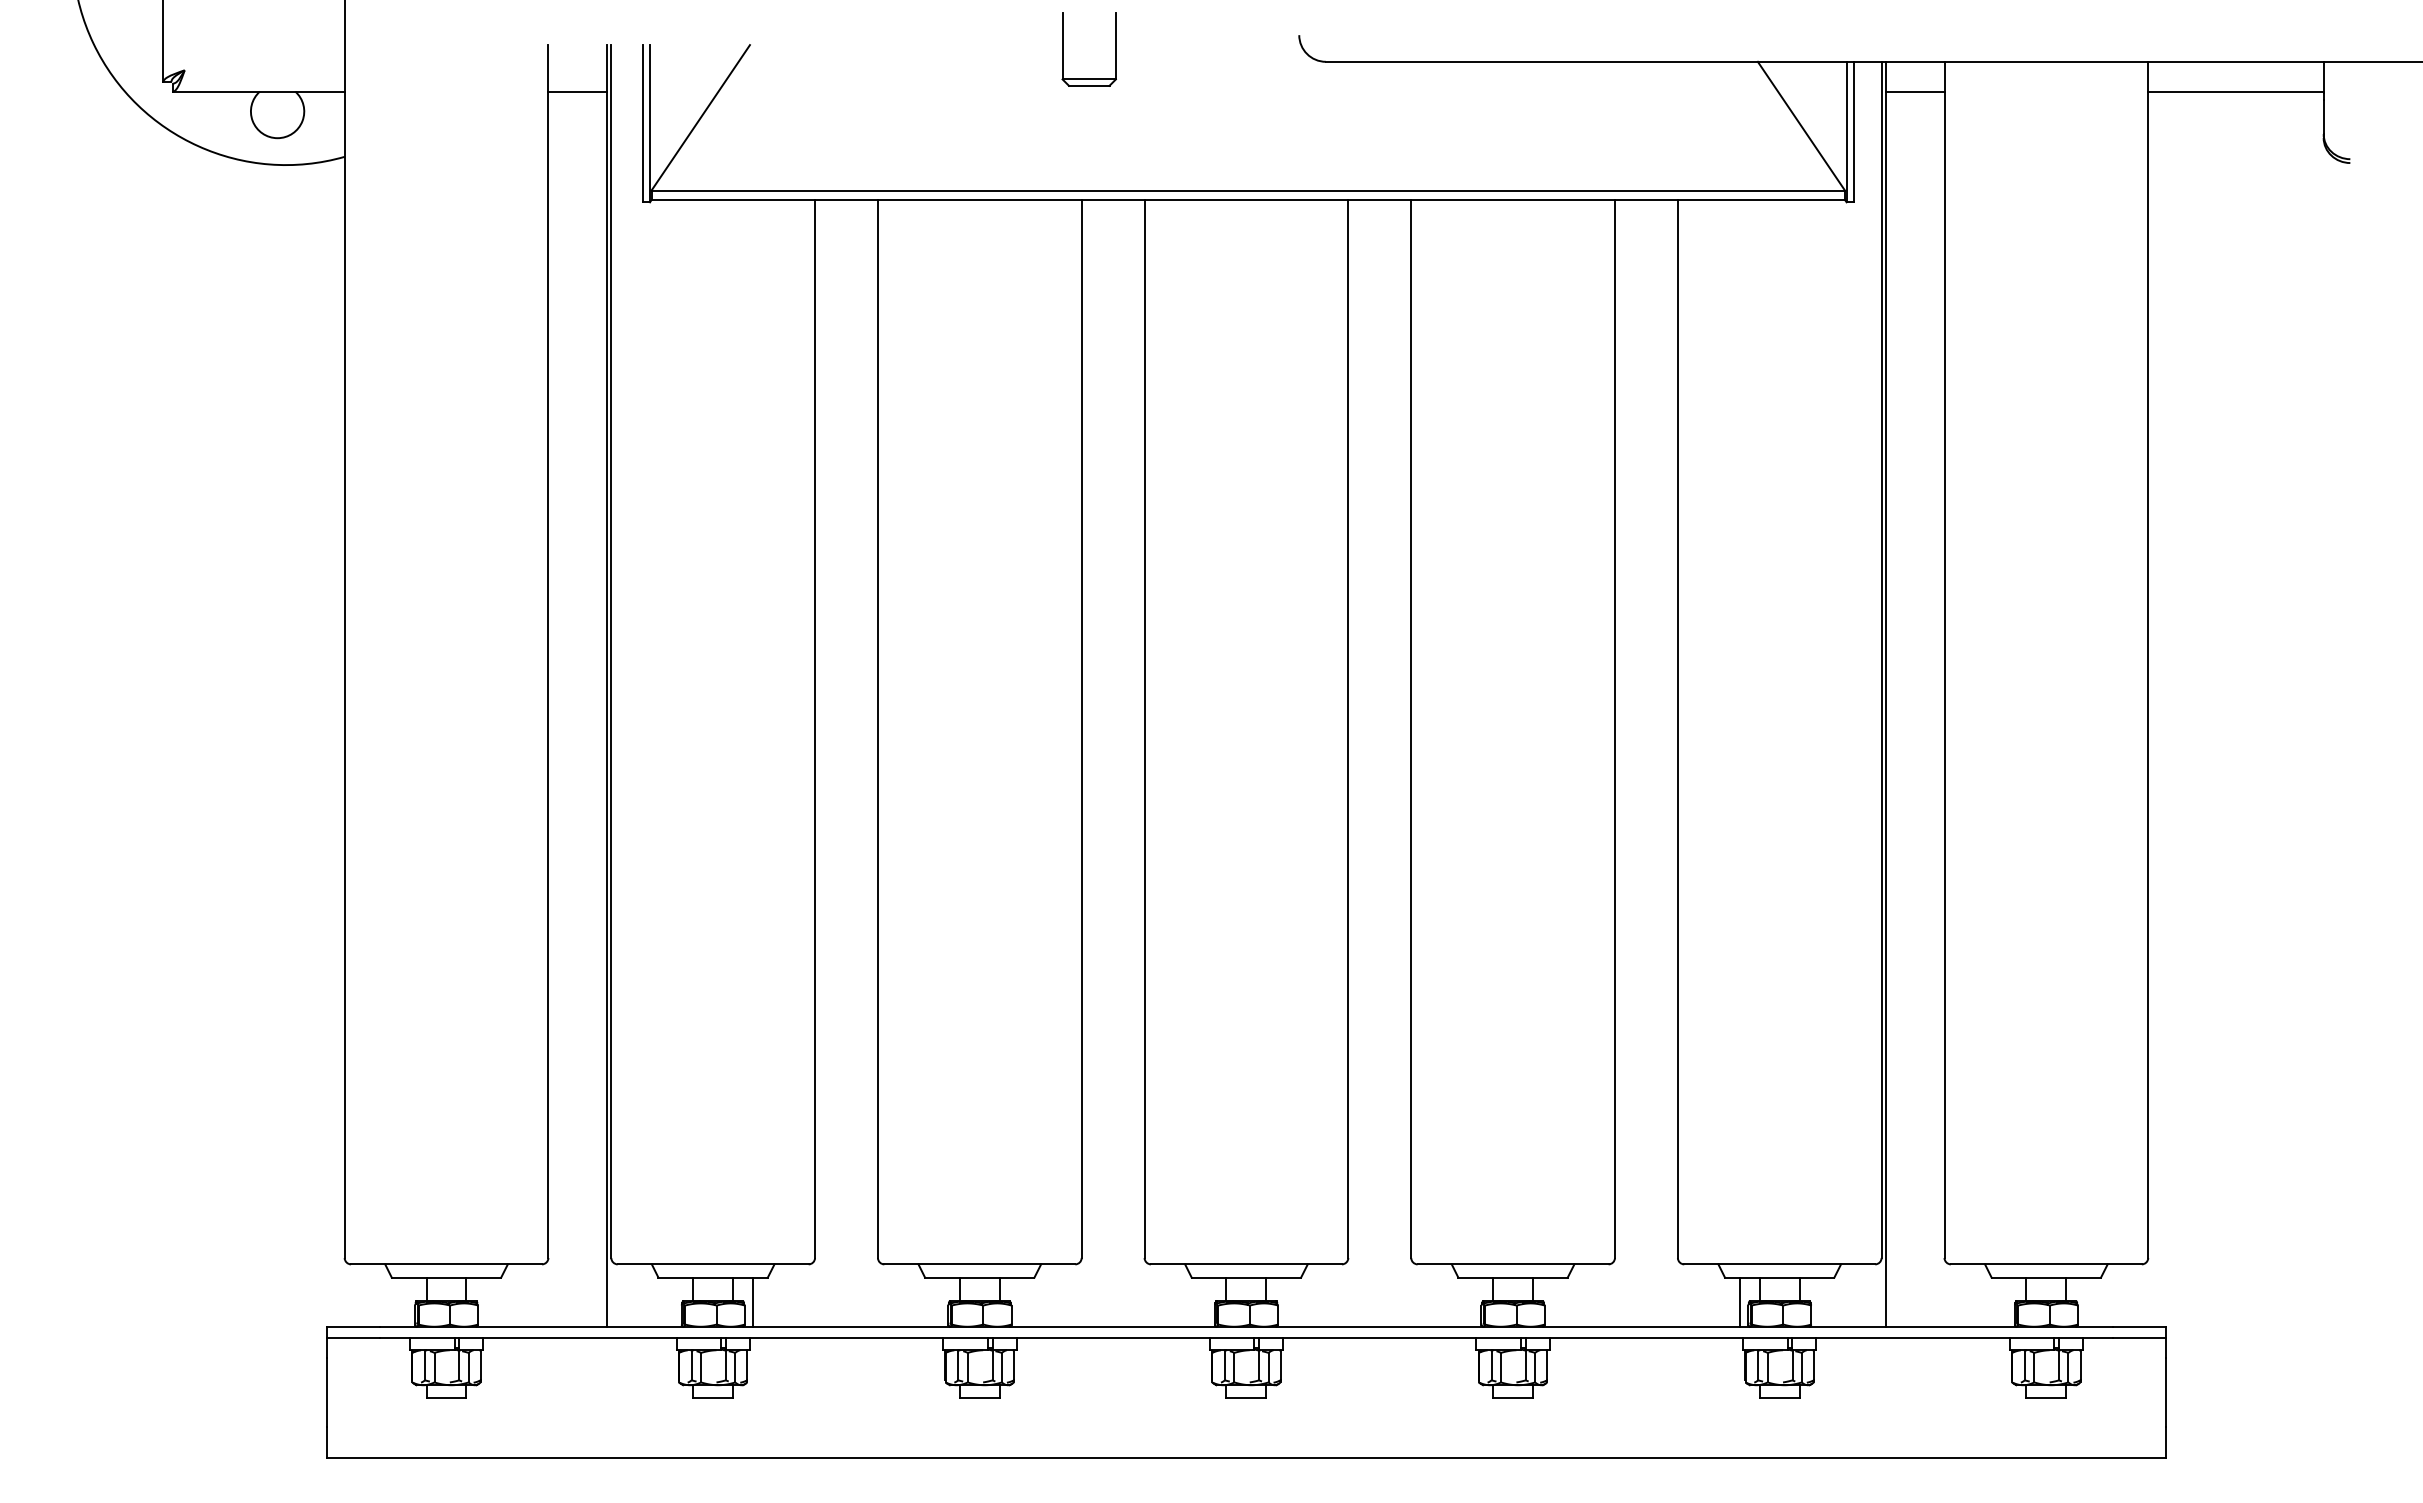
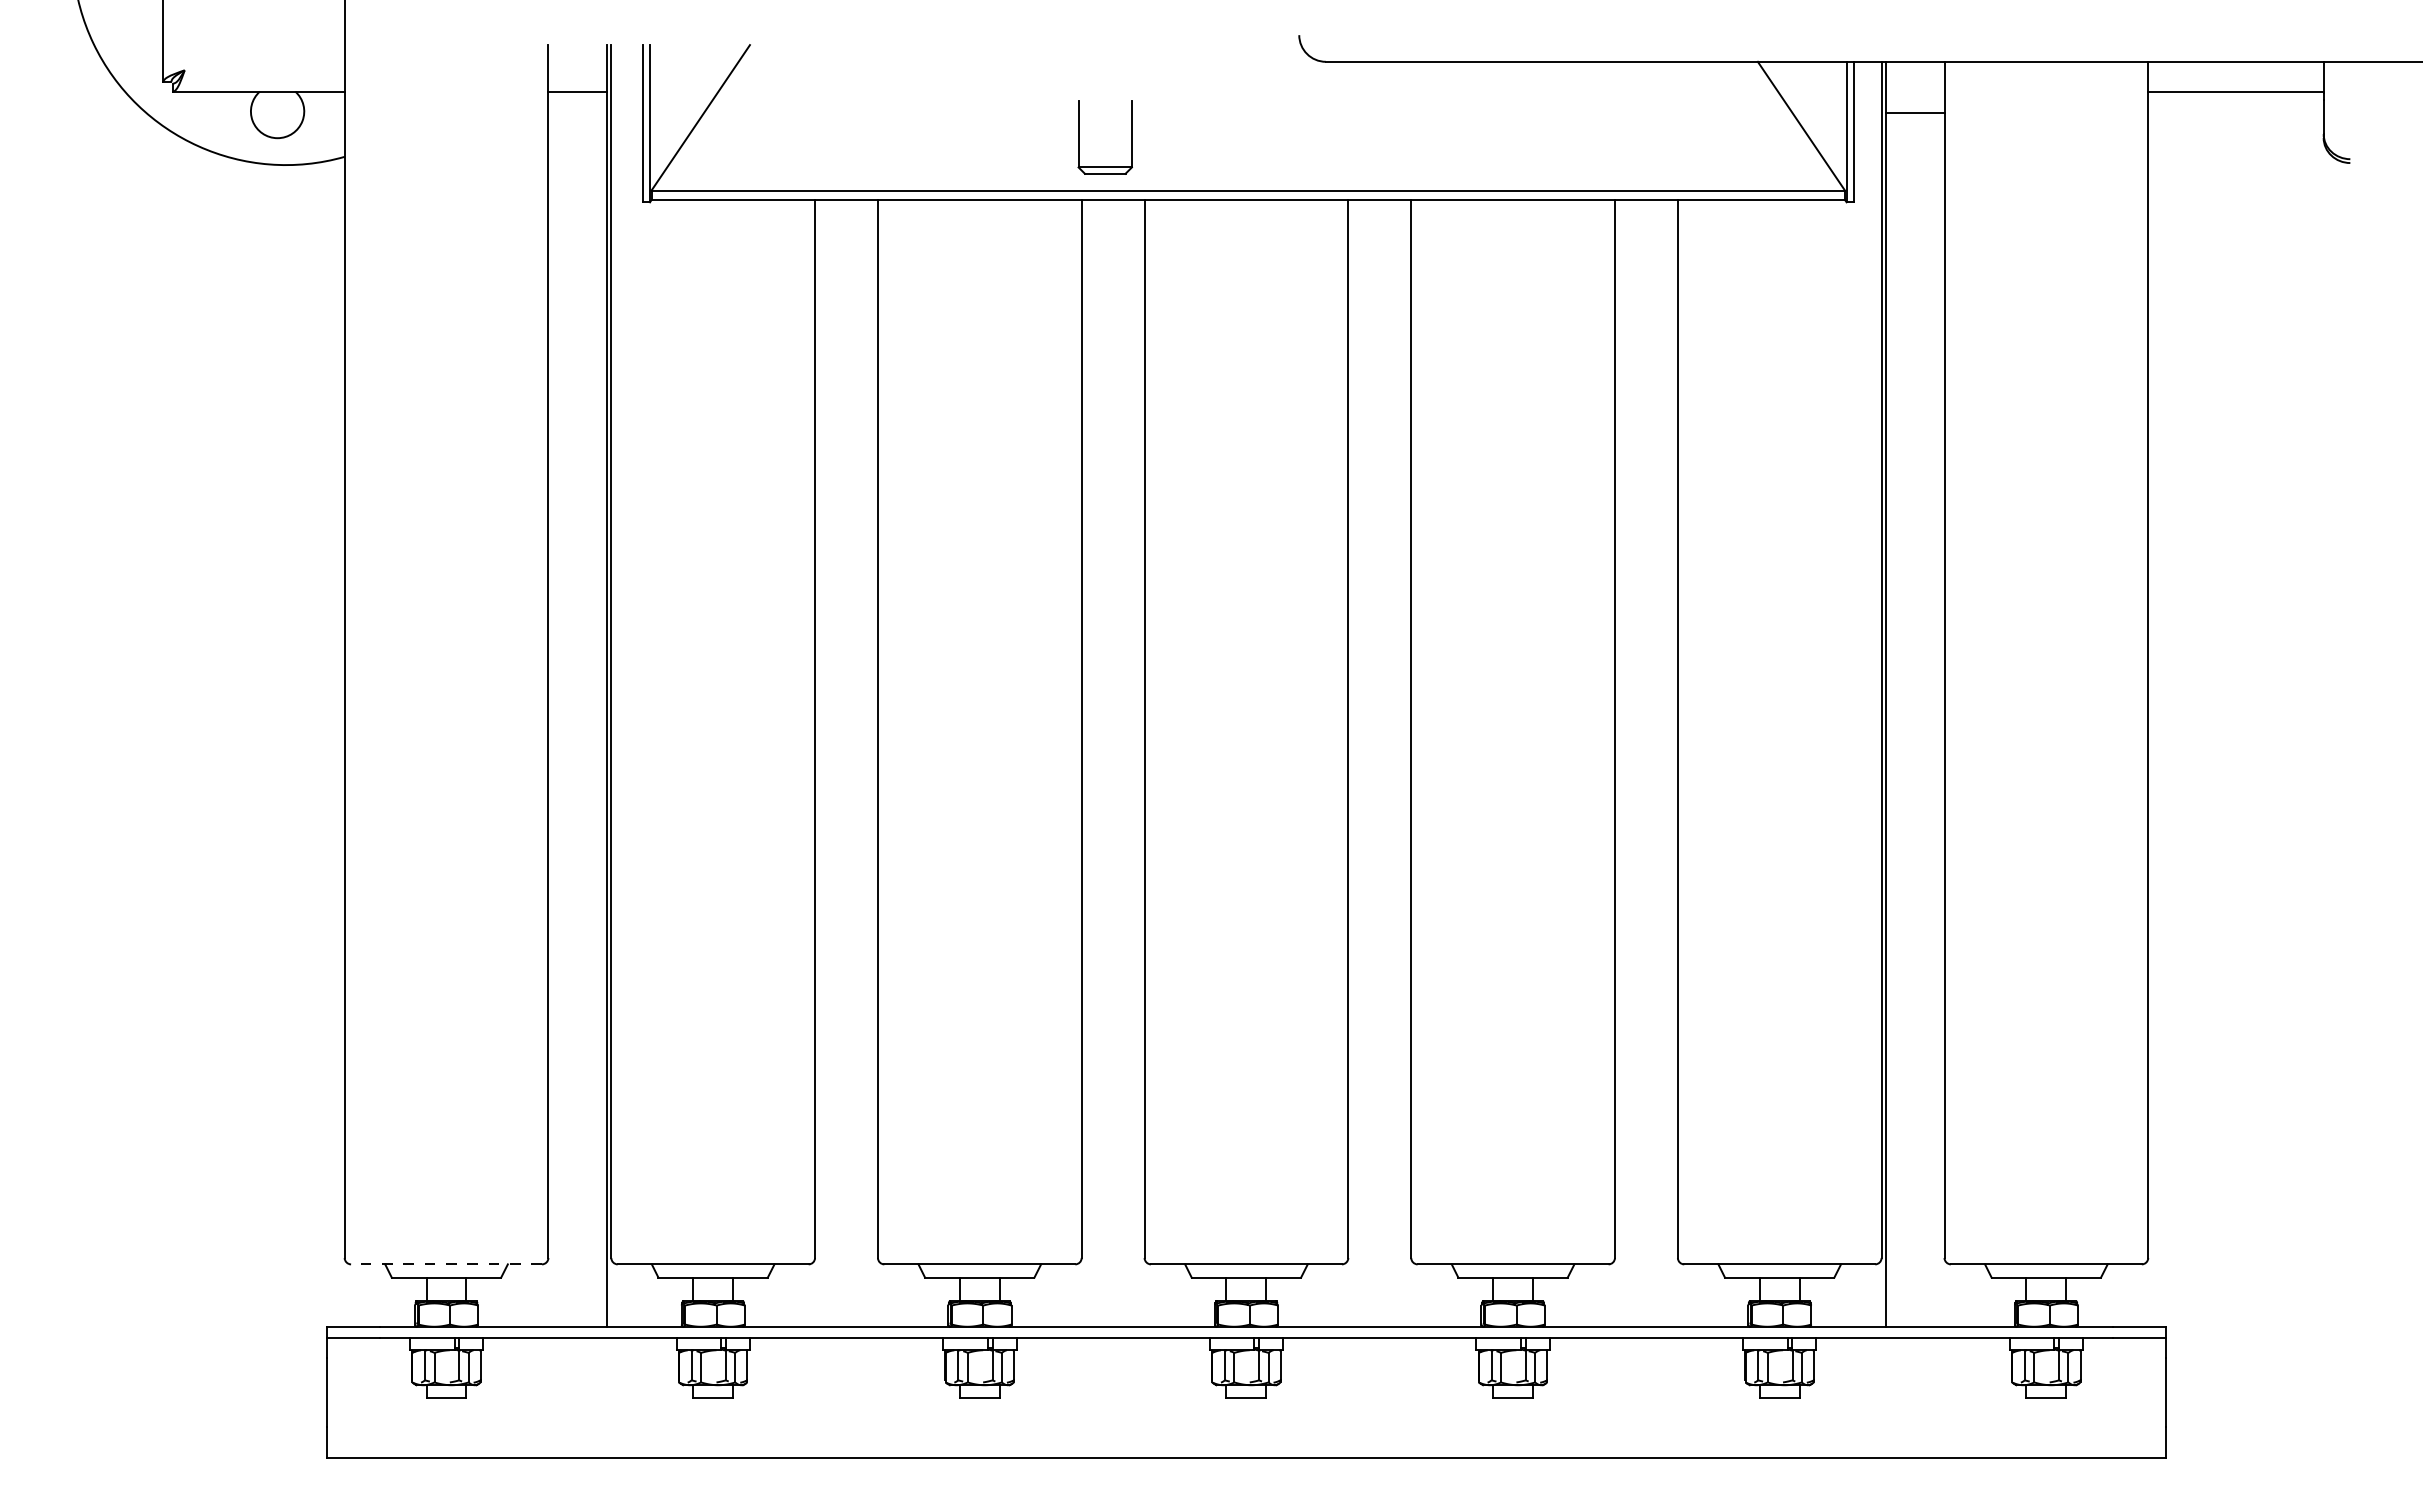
part at (1063, 49) position: (1063, 49) -> (1079, 137)
line at (1915, 91) position: (1915, 91) -> (1915, 112)
line at (446, 1264): solid -> dashed
line at (753, 1301): present -> none
line at (1739, 1301): present -> none
